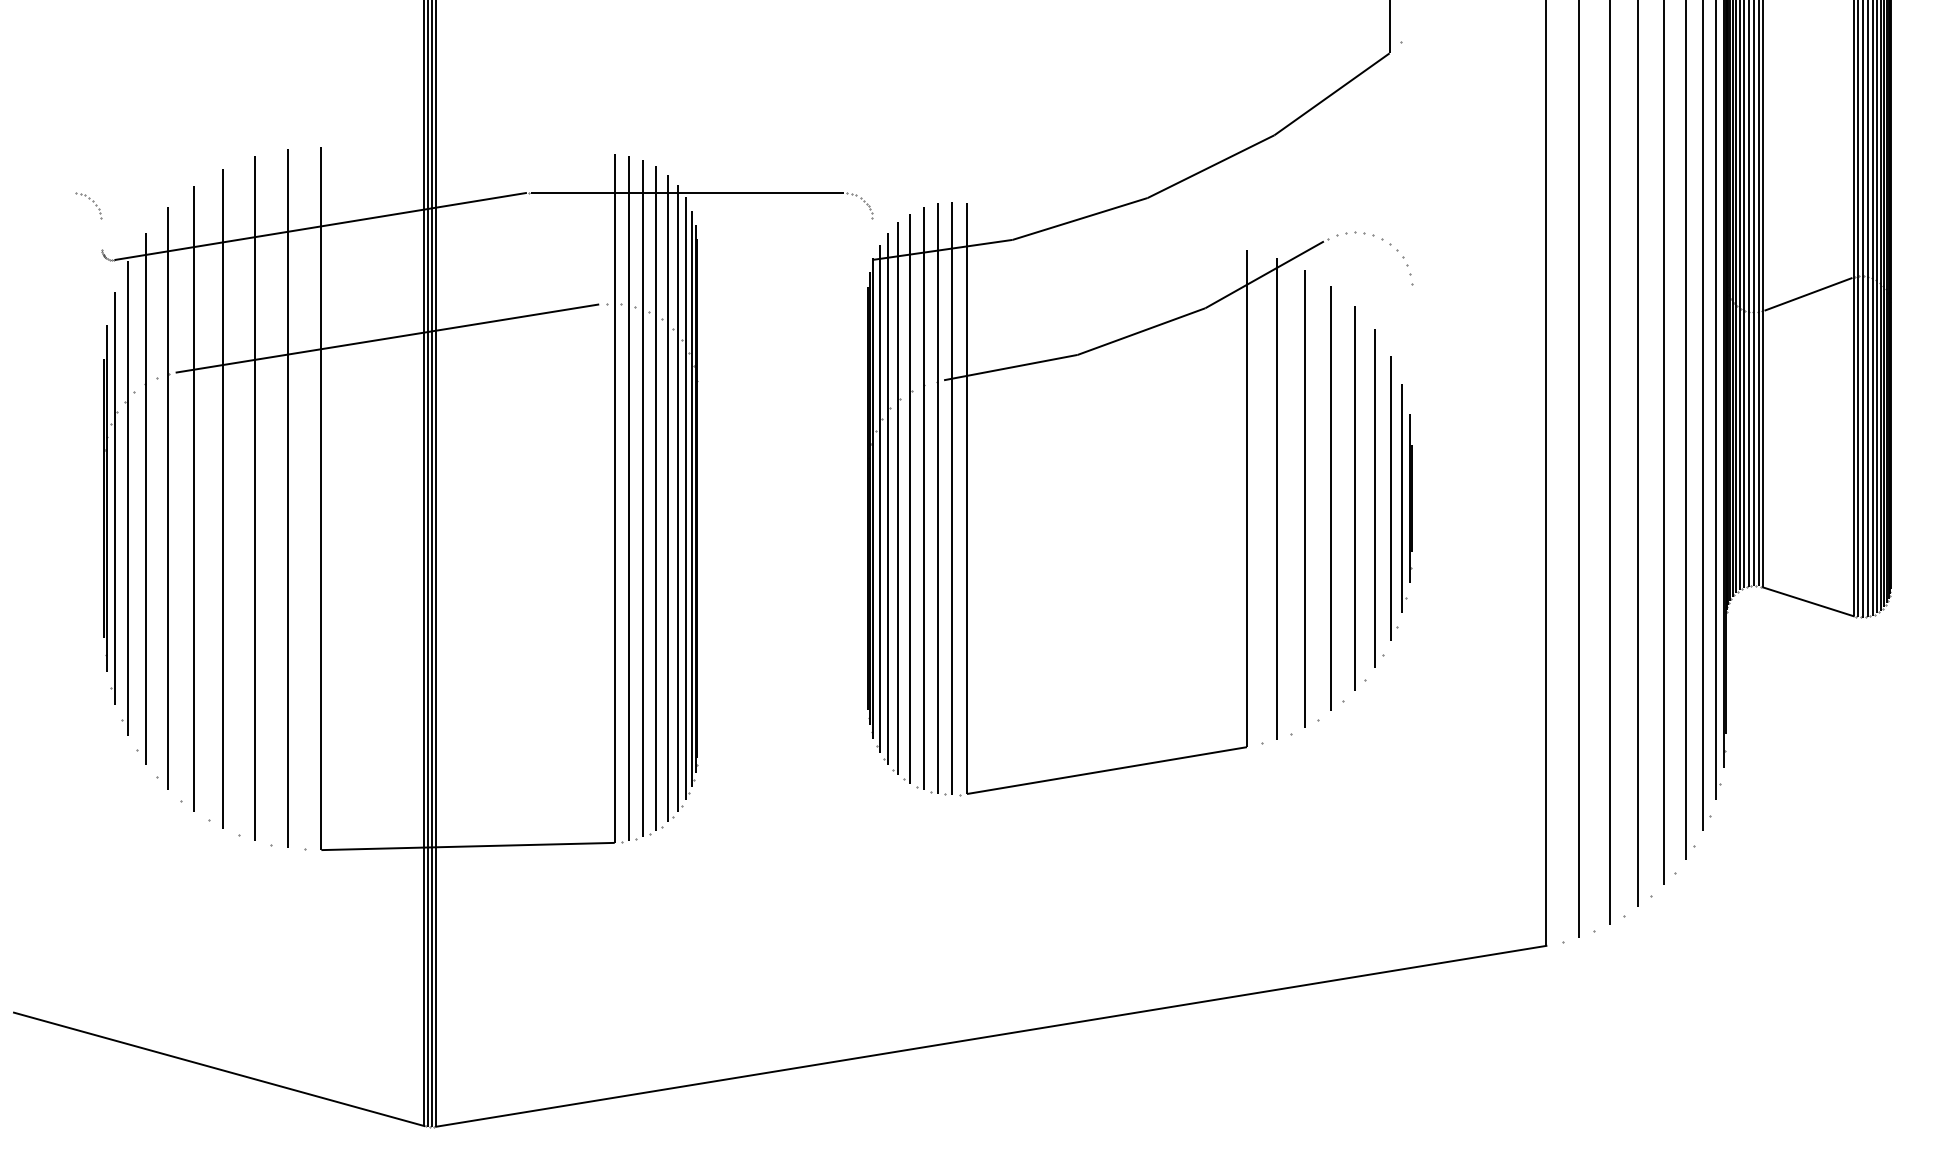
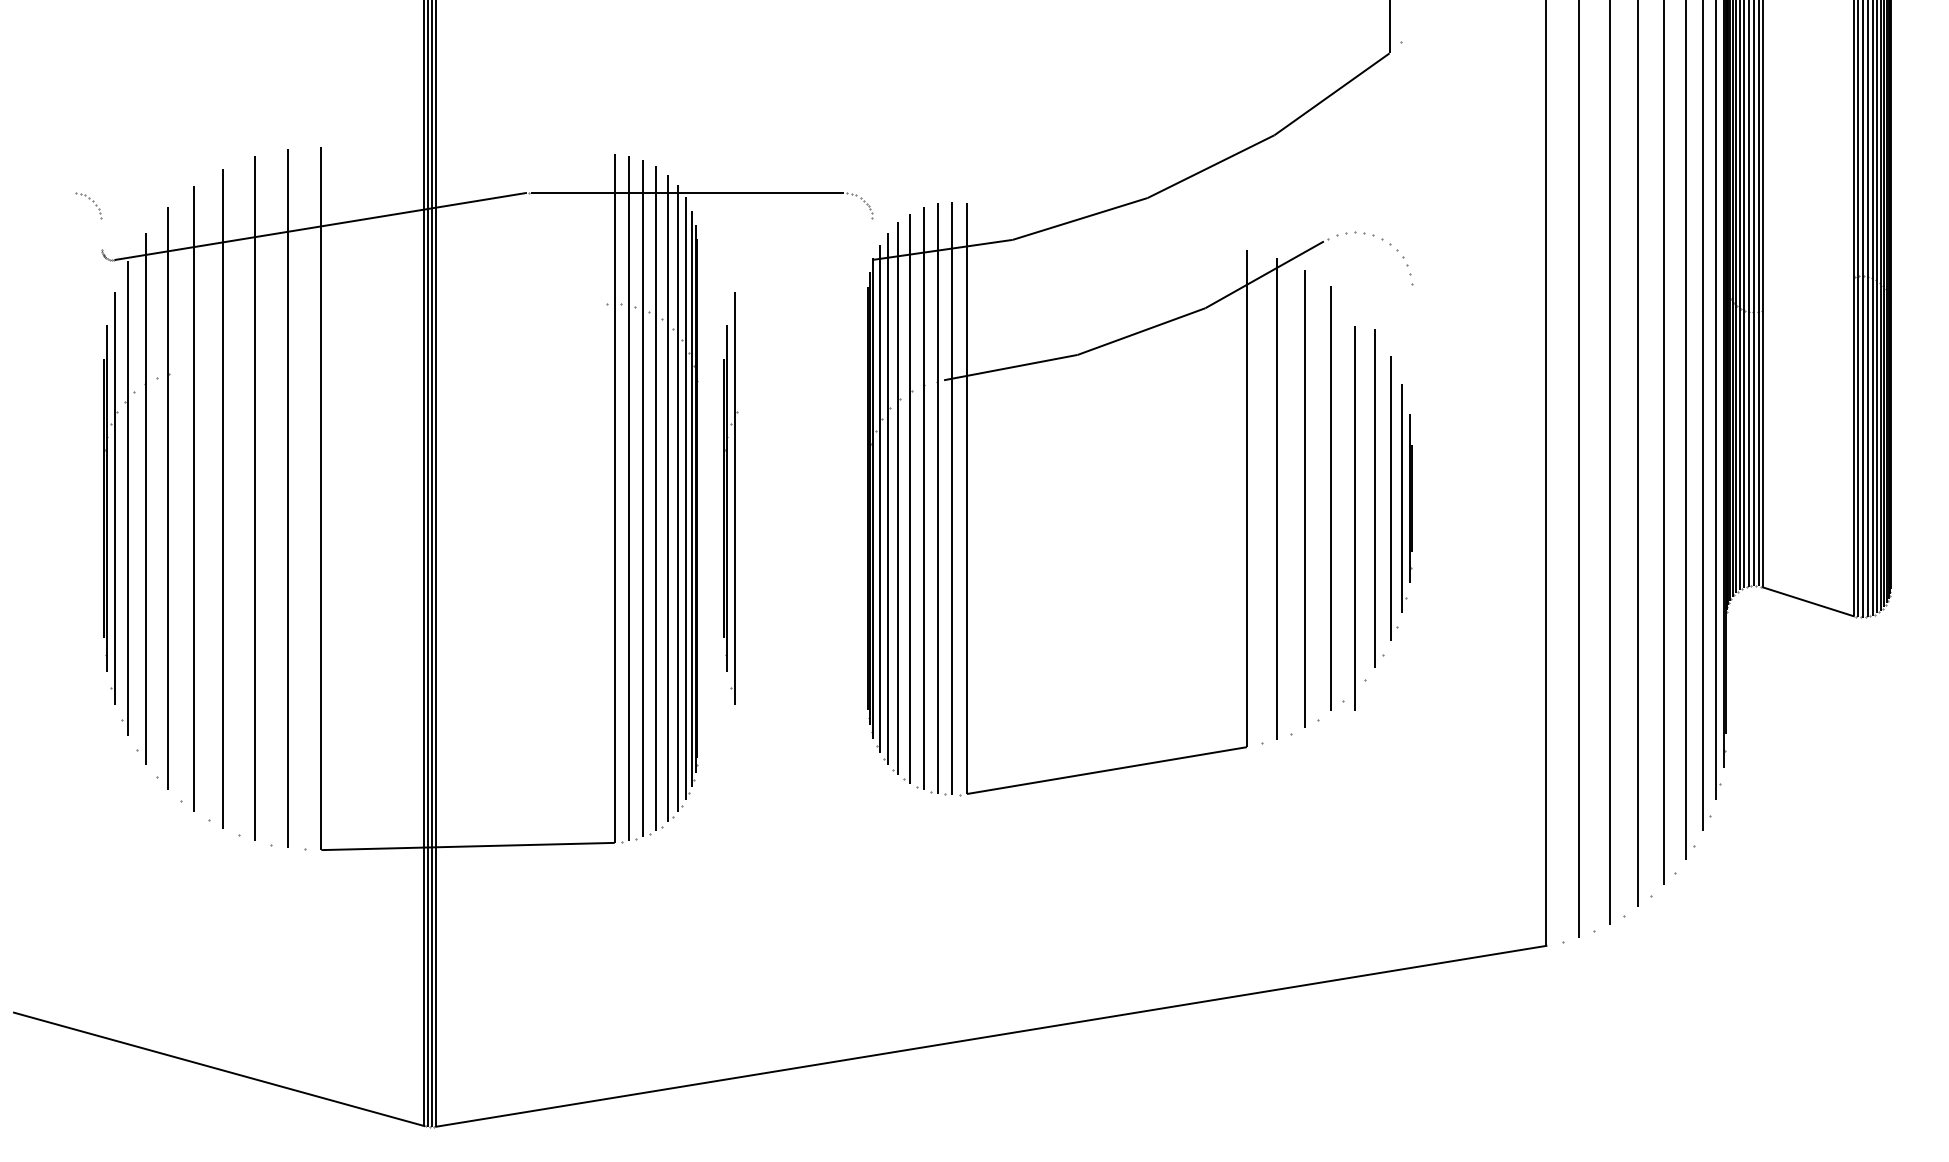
line at (1808, 293): present -> none
line at (387, 338): present -> none
part at (730, 498): none -> present
line at (1354, 498) position: (1354, 498) -> (1354, 518)
